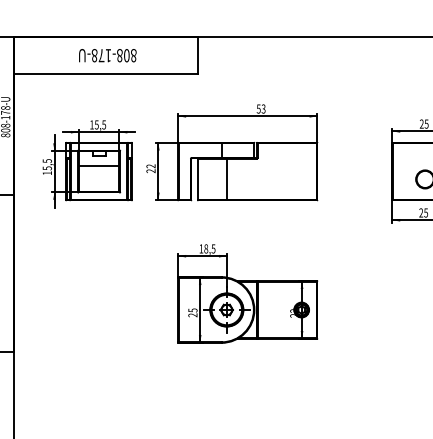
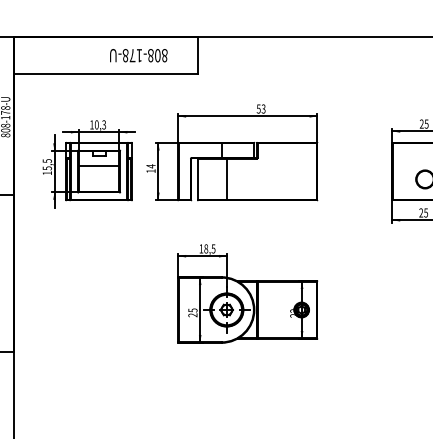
text at (107, 55) position: (107, 55) -> (138, 55)
text at (99, 124): 15,5 -> 10,3
text at (150, 168): 22 -> 14
